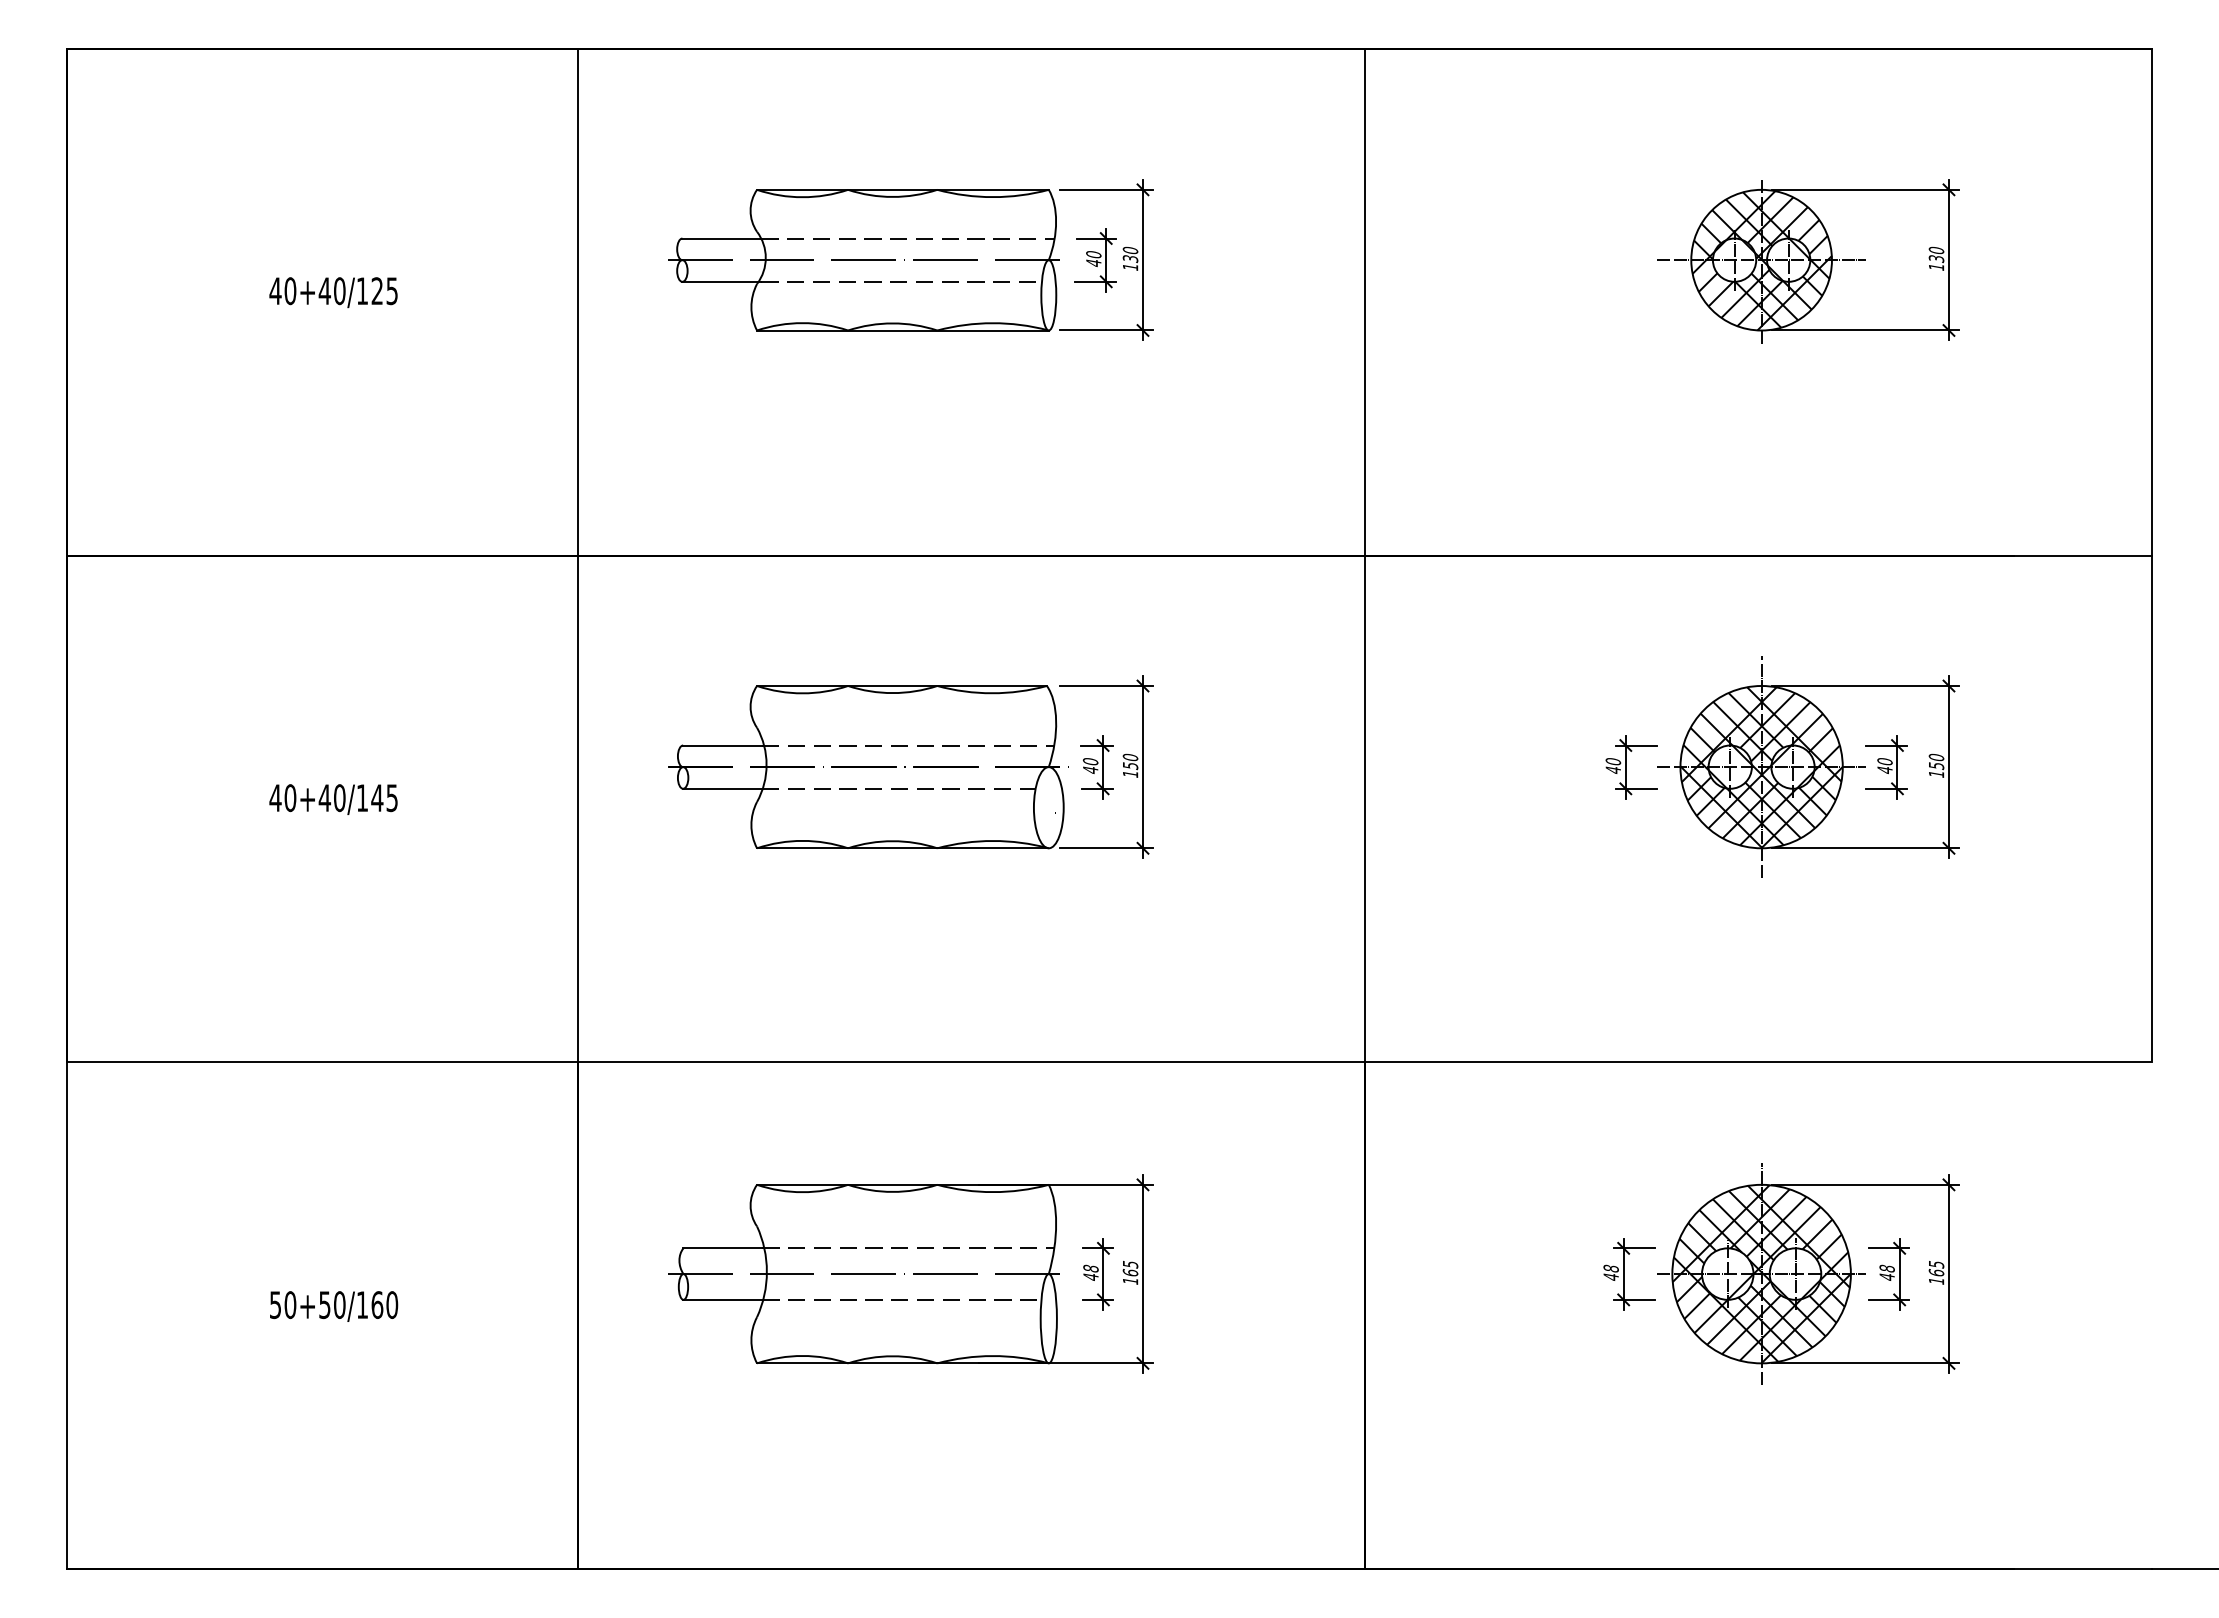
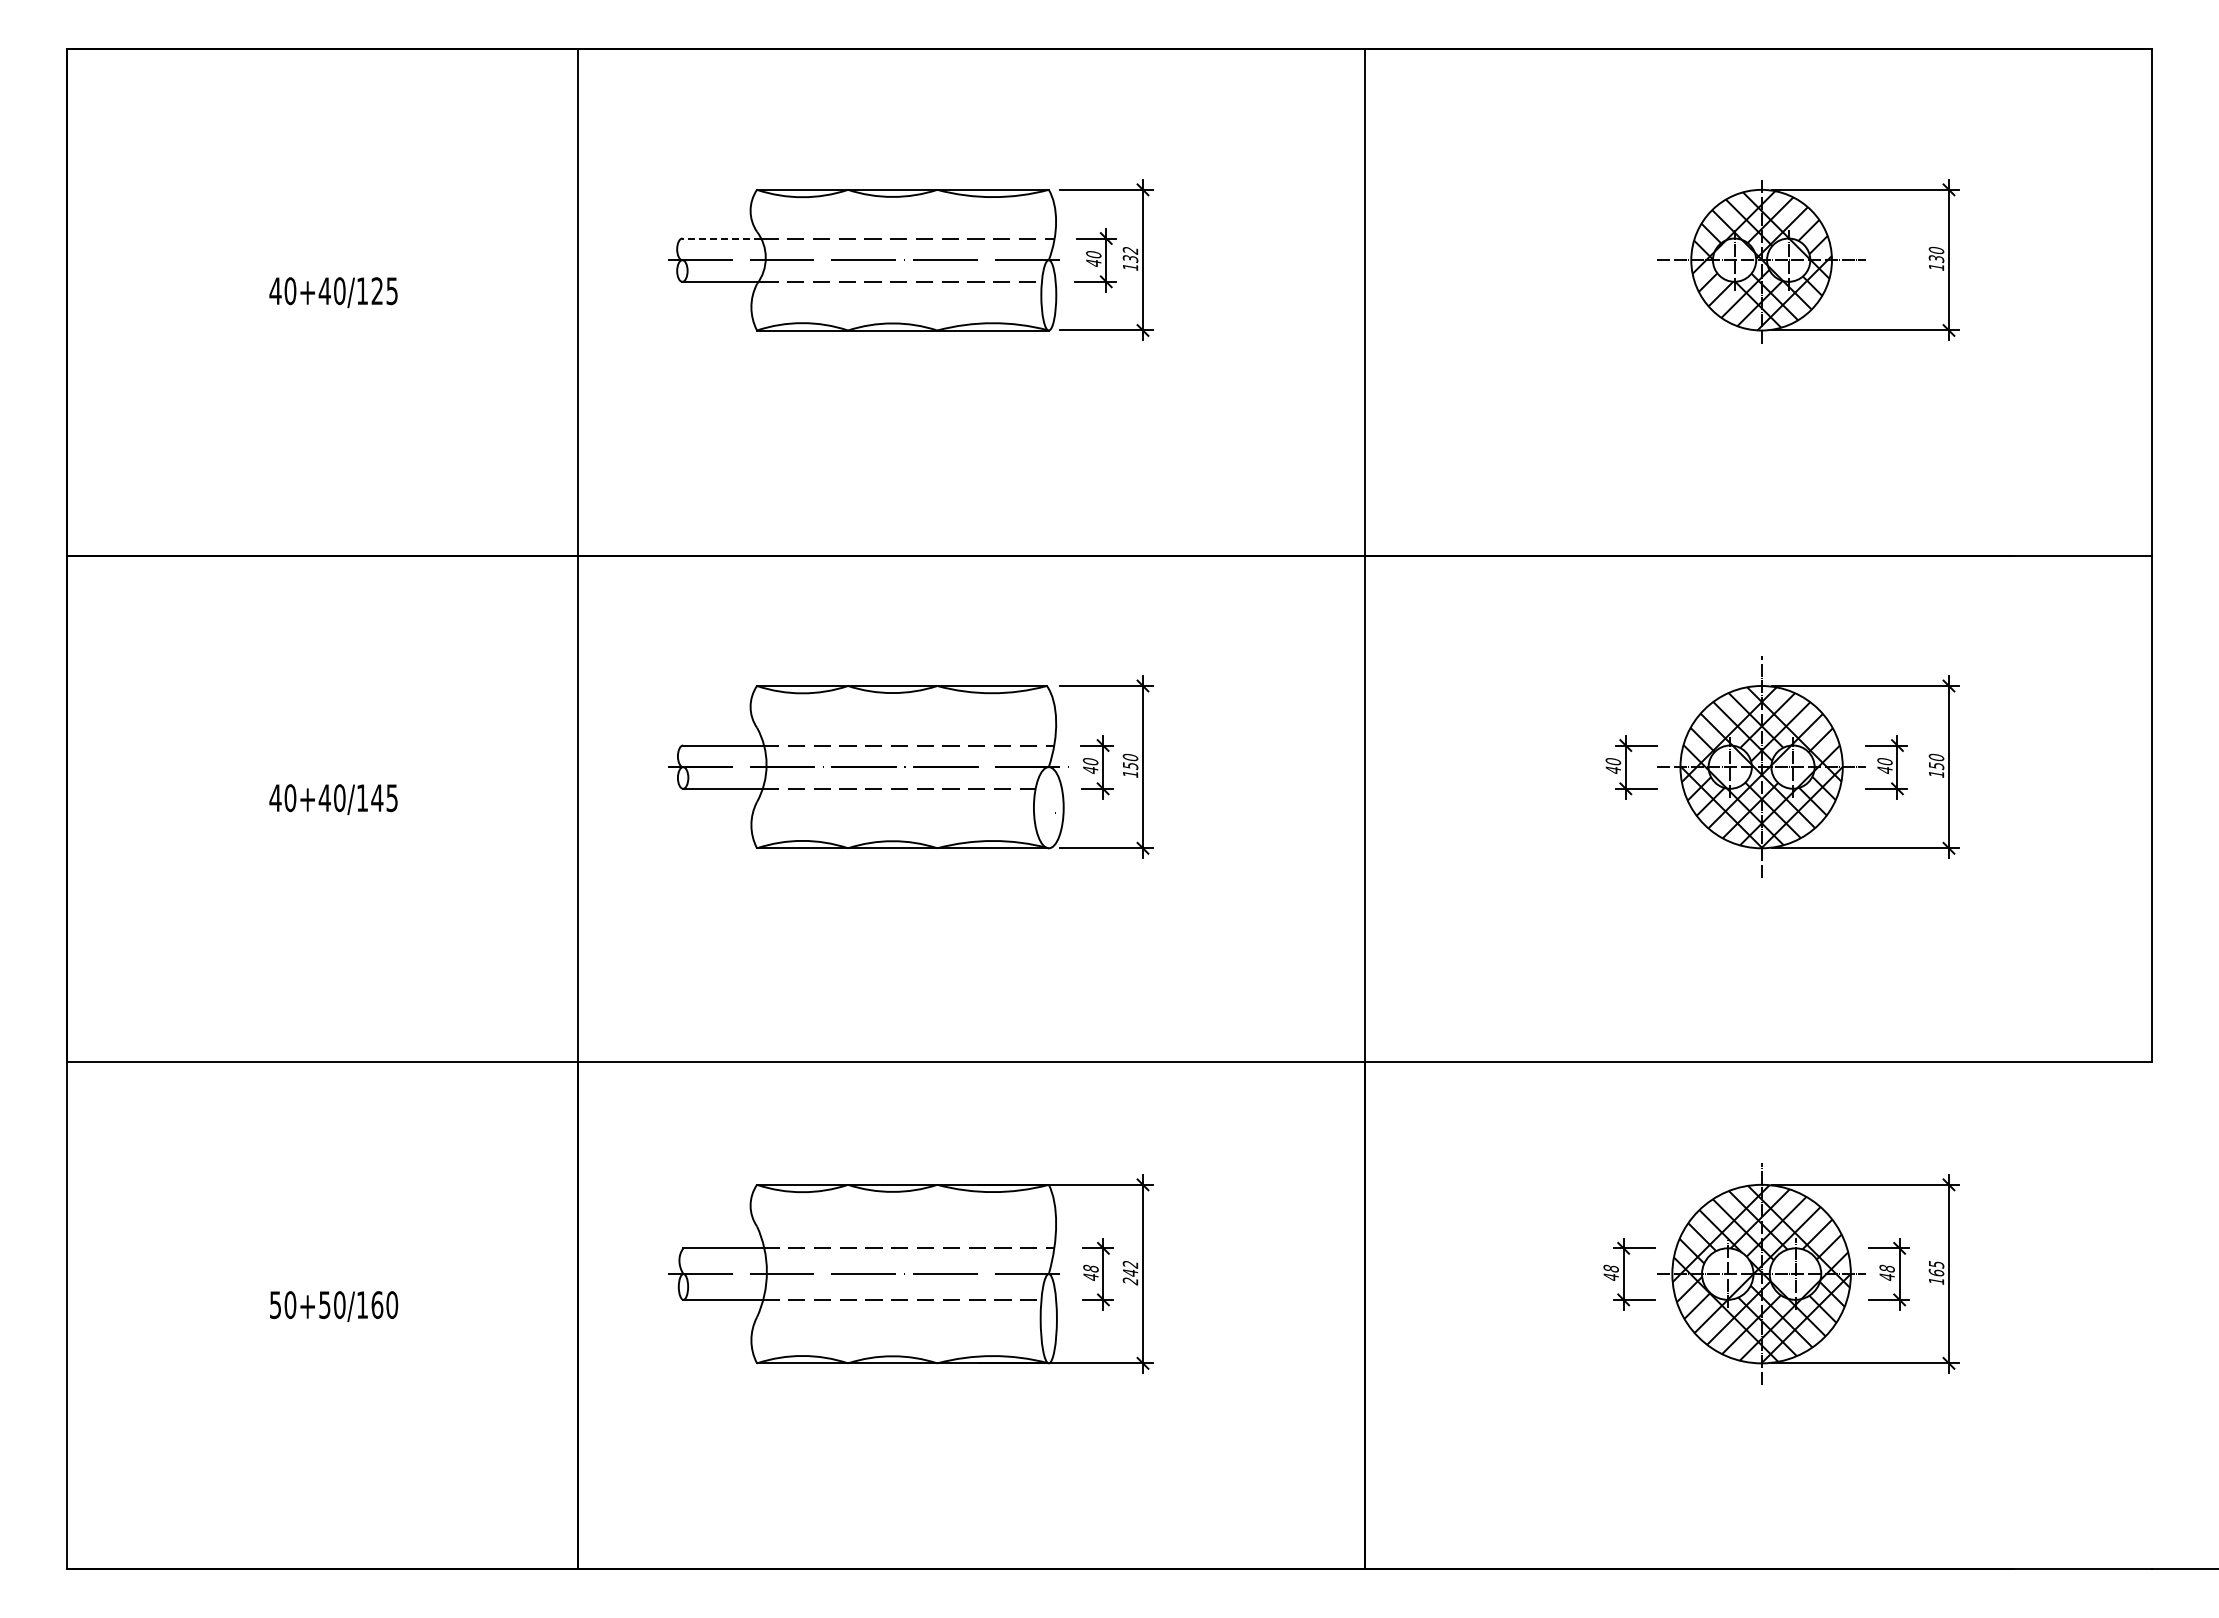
line at (721, 238): solid -> dashed
text at (1130, 250): 130 -> 132
text at (1130, 1272): 165 -> 242
